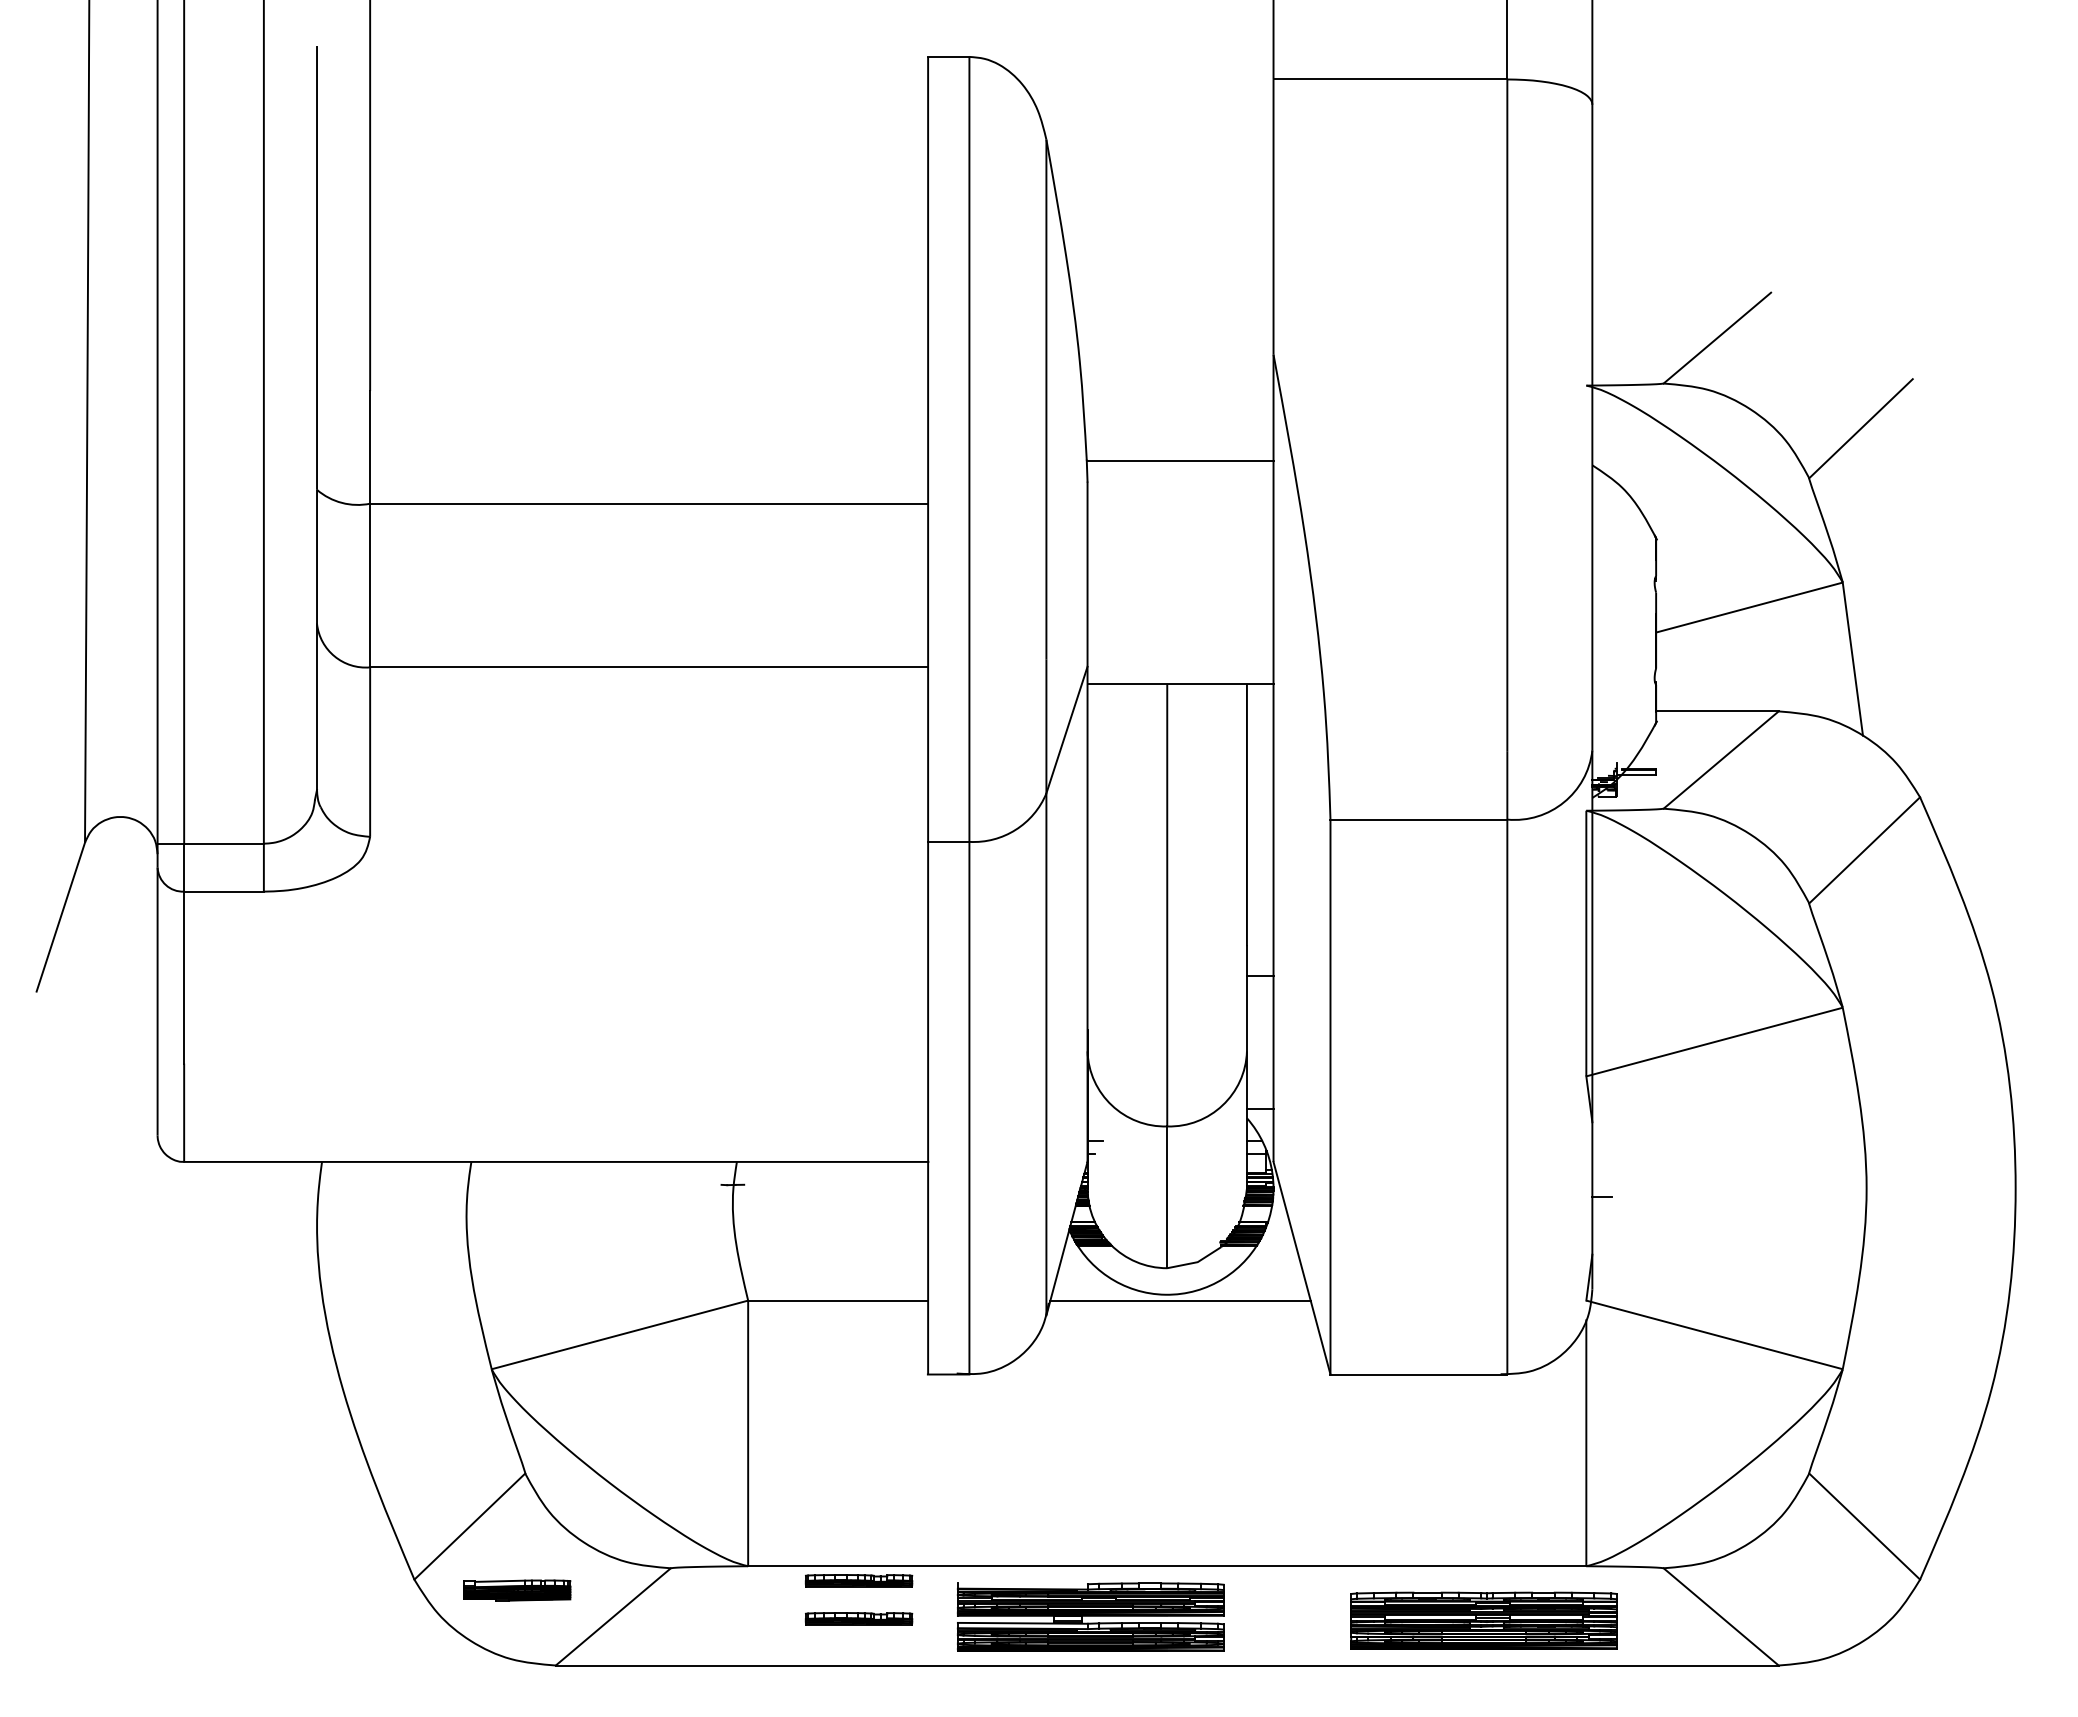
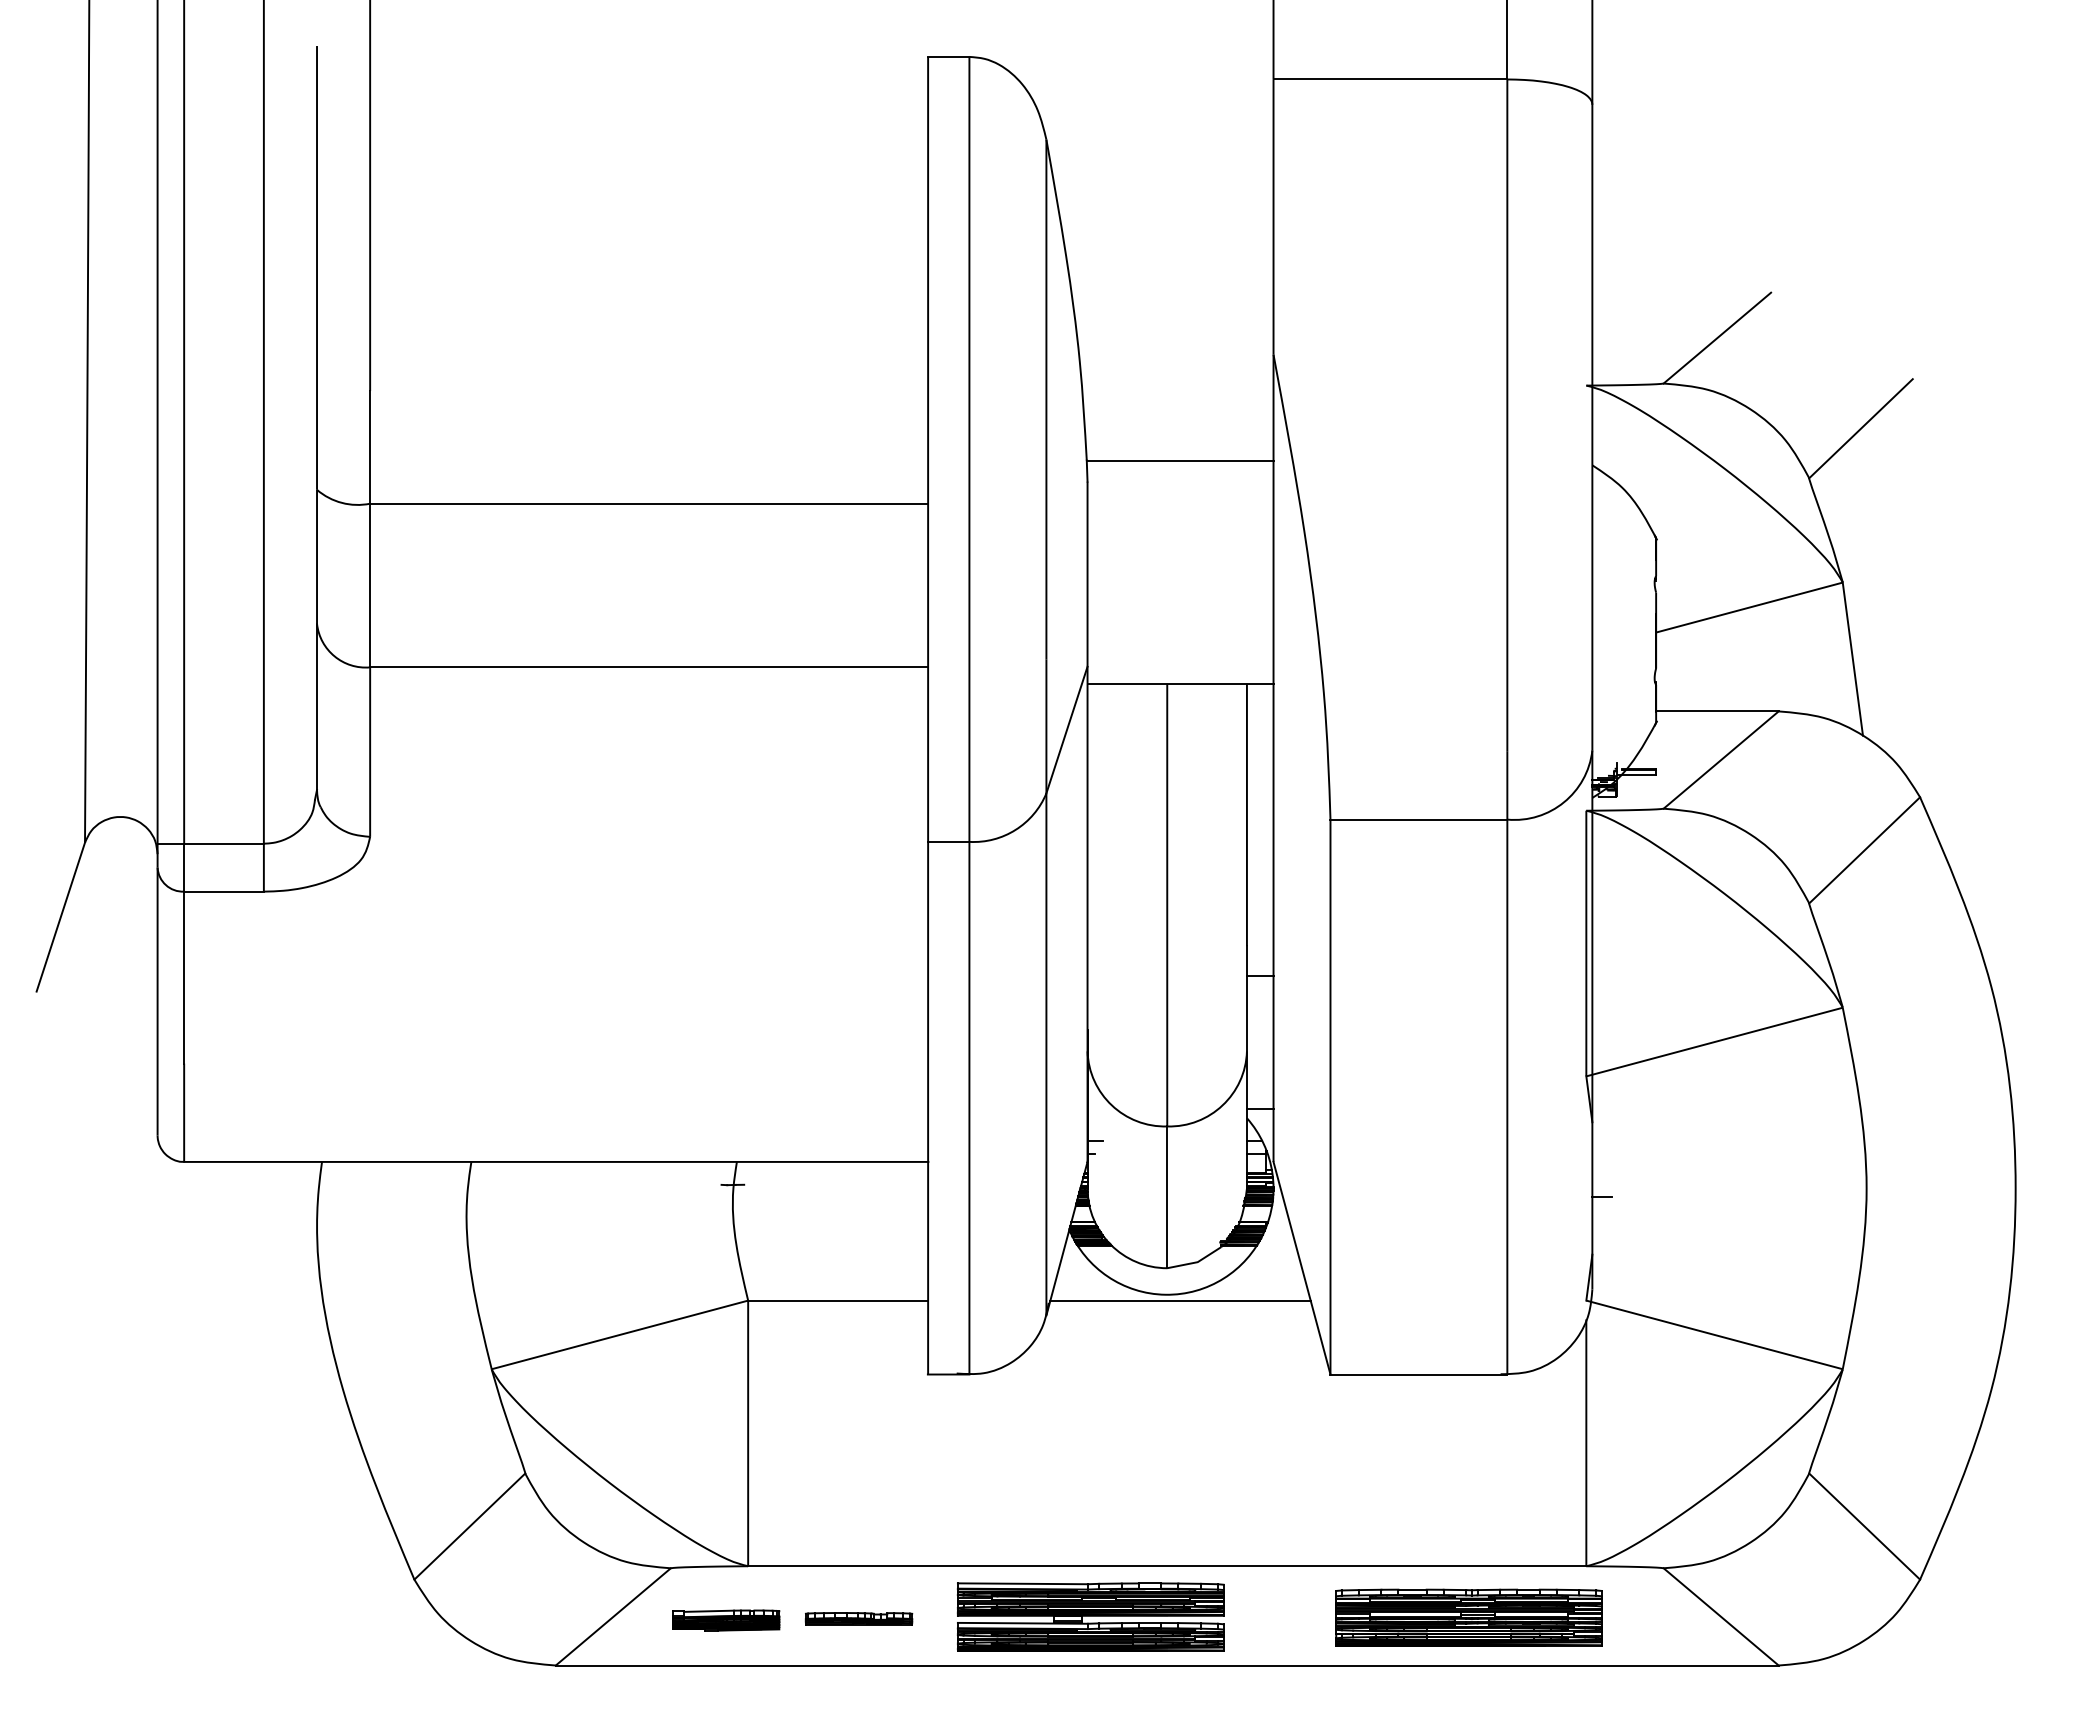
part at (858, 1580): present -> none
line at (1022, 1583): none -> present
part at (517, 1590) position: (517, 1590) -> (726, 1620)
part at (1483, 1620) position: (1483, 1620) -> (1468, 1617)
